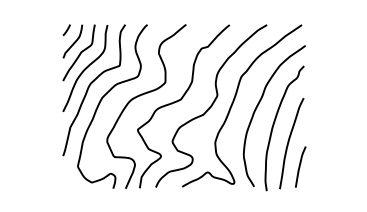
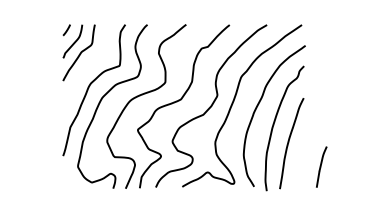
curve at (85, 68): present -> none
curve at (300, 166) position: (300, 166) -> (321, 166)
